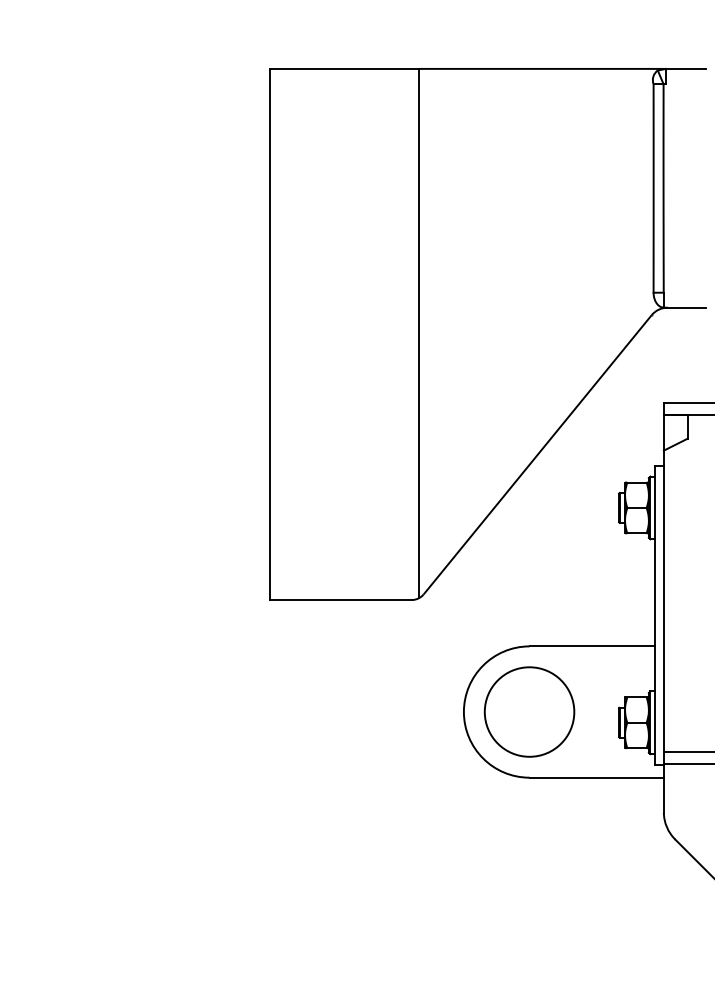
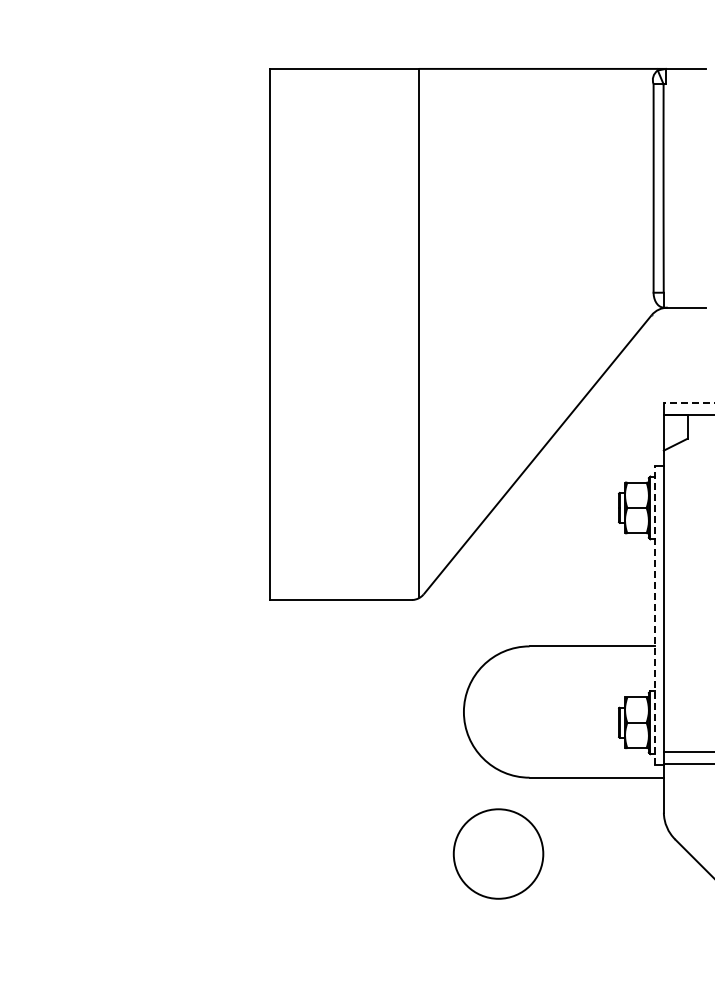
line at (688, 402): solid -> dashed
line at (654, 614): solid -> dashed
circle at (529, 711) position: (529, 711) -> (498, 853)
